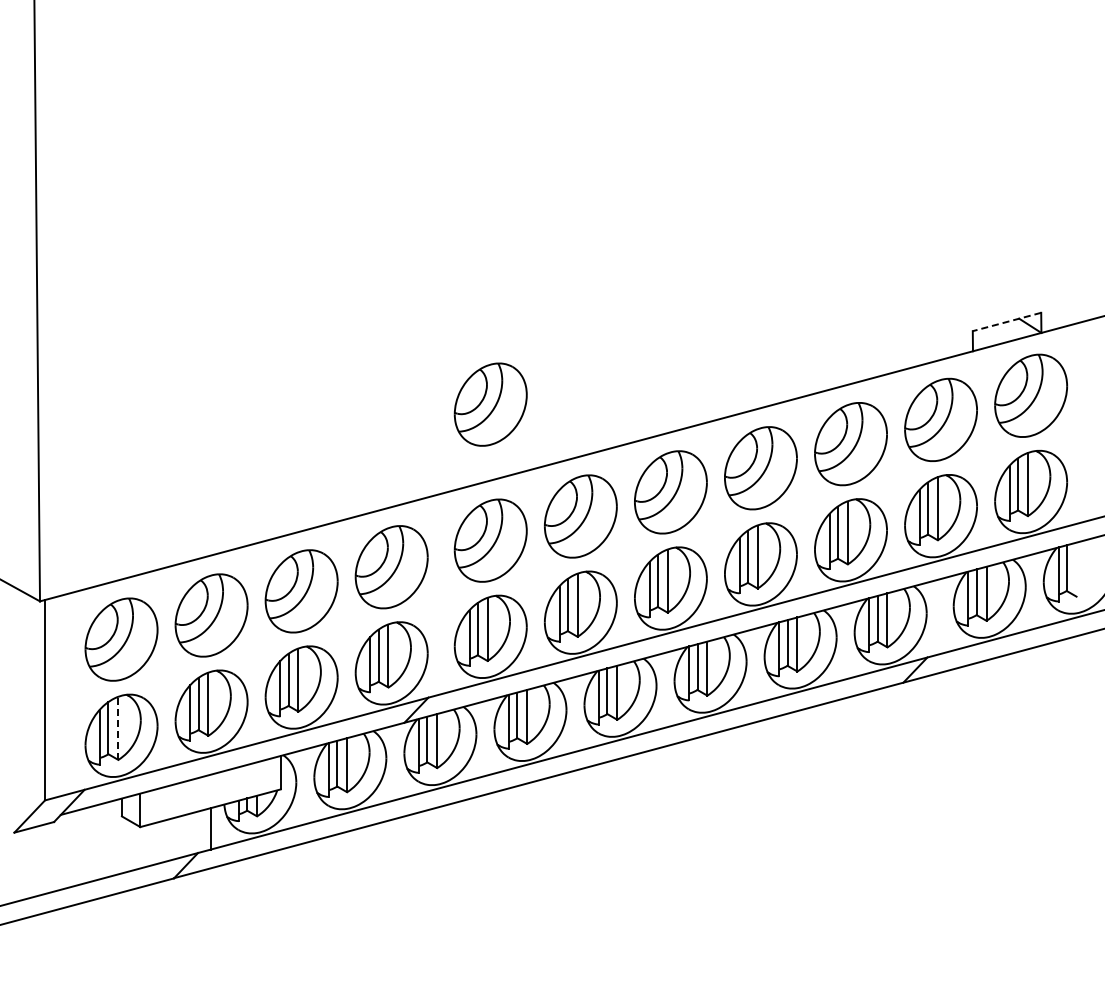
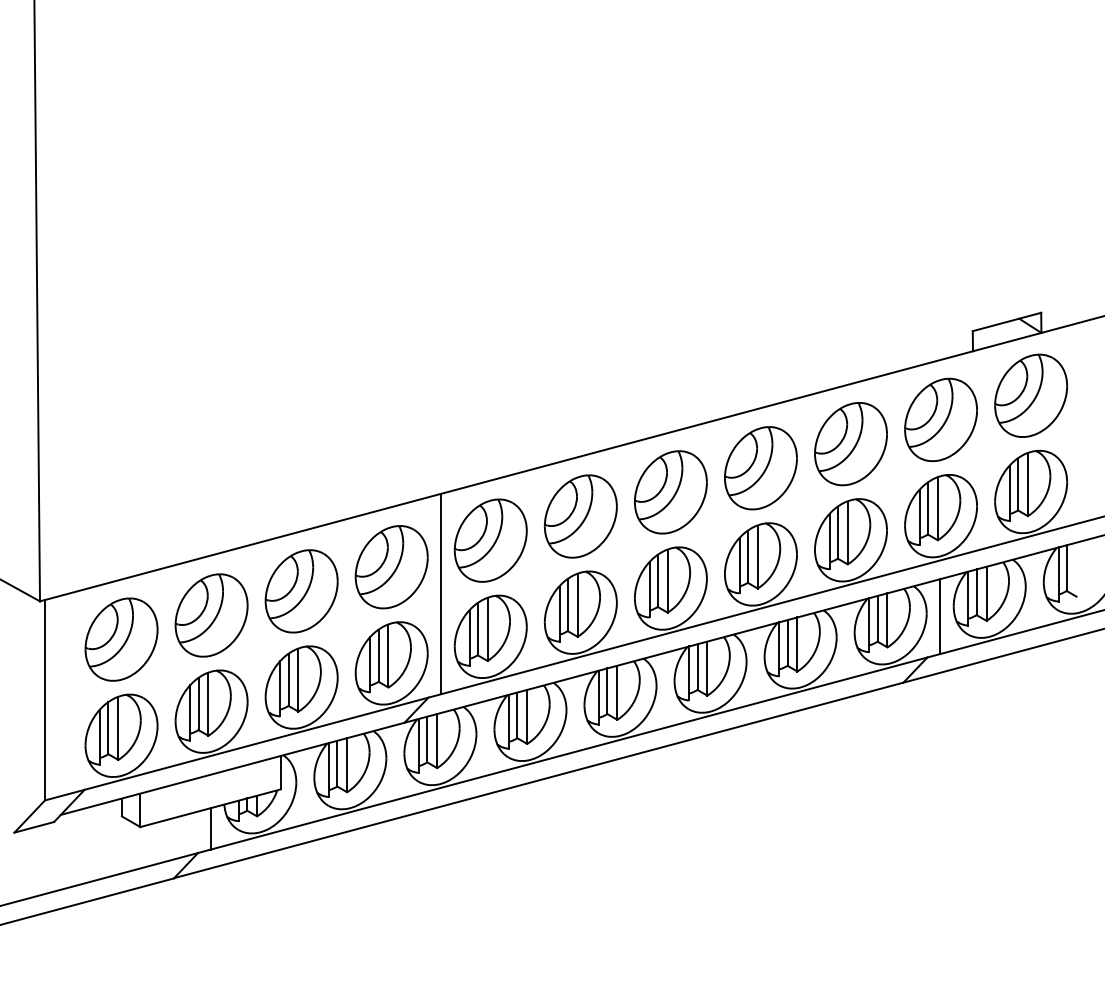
line at (1006, 322): dashed -> solid
part at (490, 404): present -> none
line at (441, 593): none -> present
line at (940, 616): none -> present
line at (118, 728): dashed -> solid
